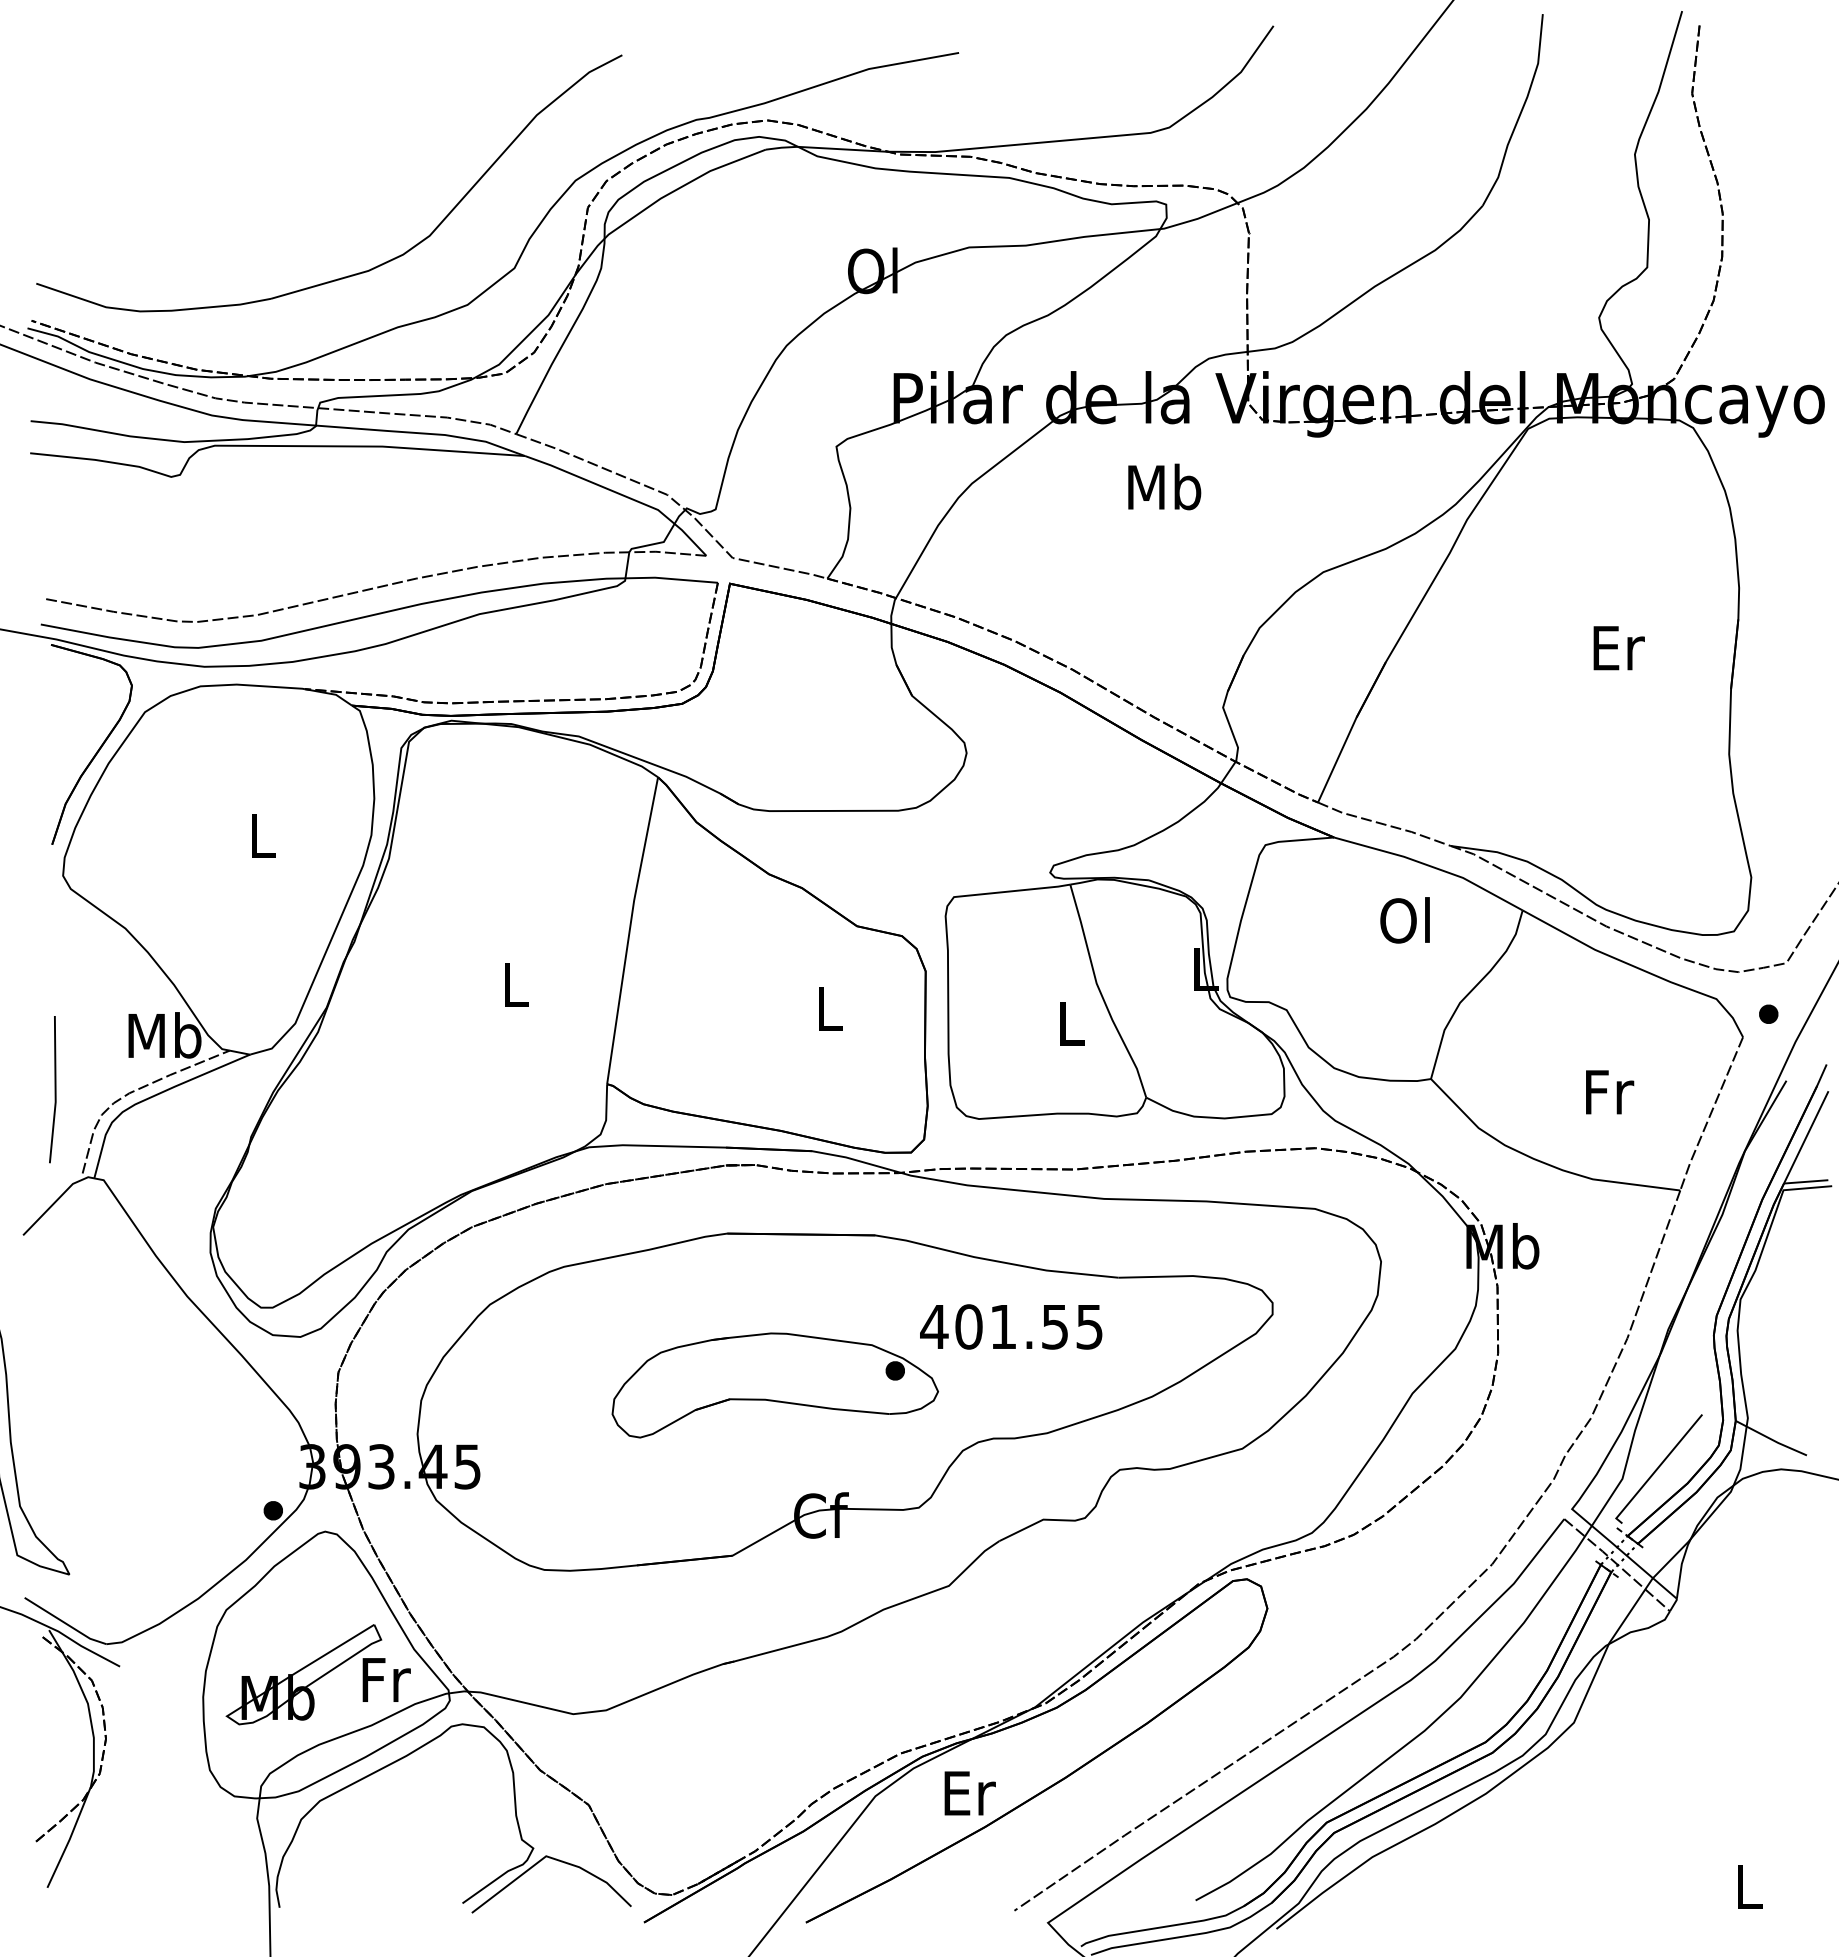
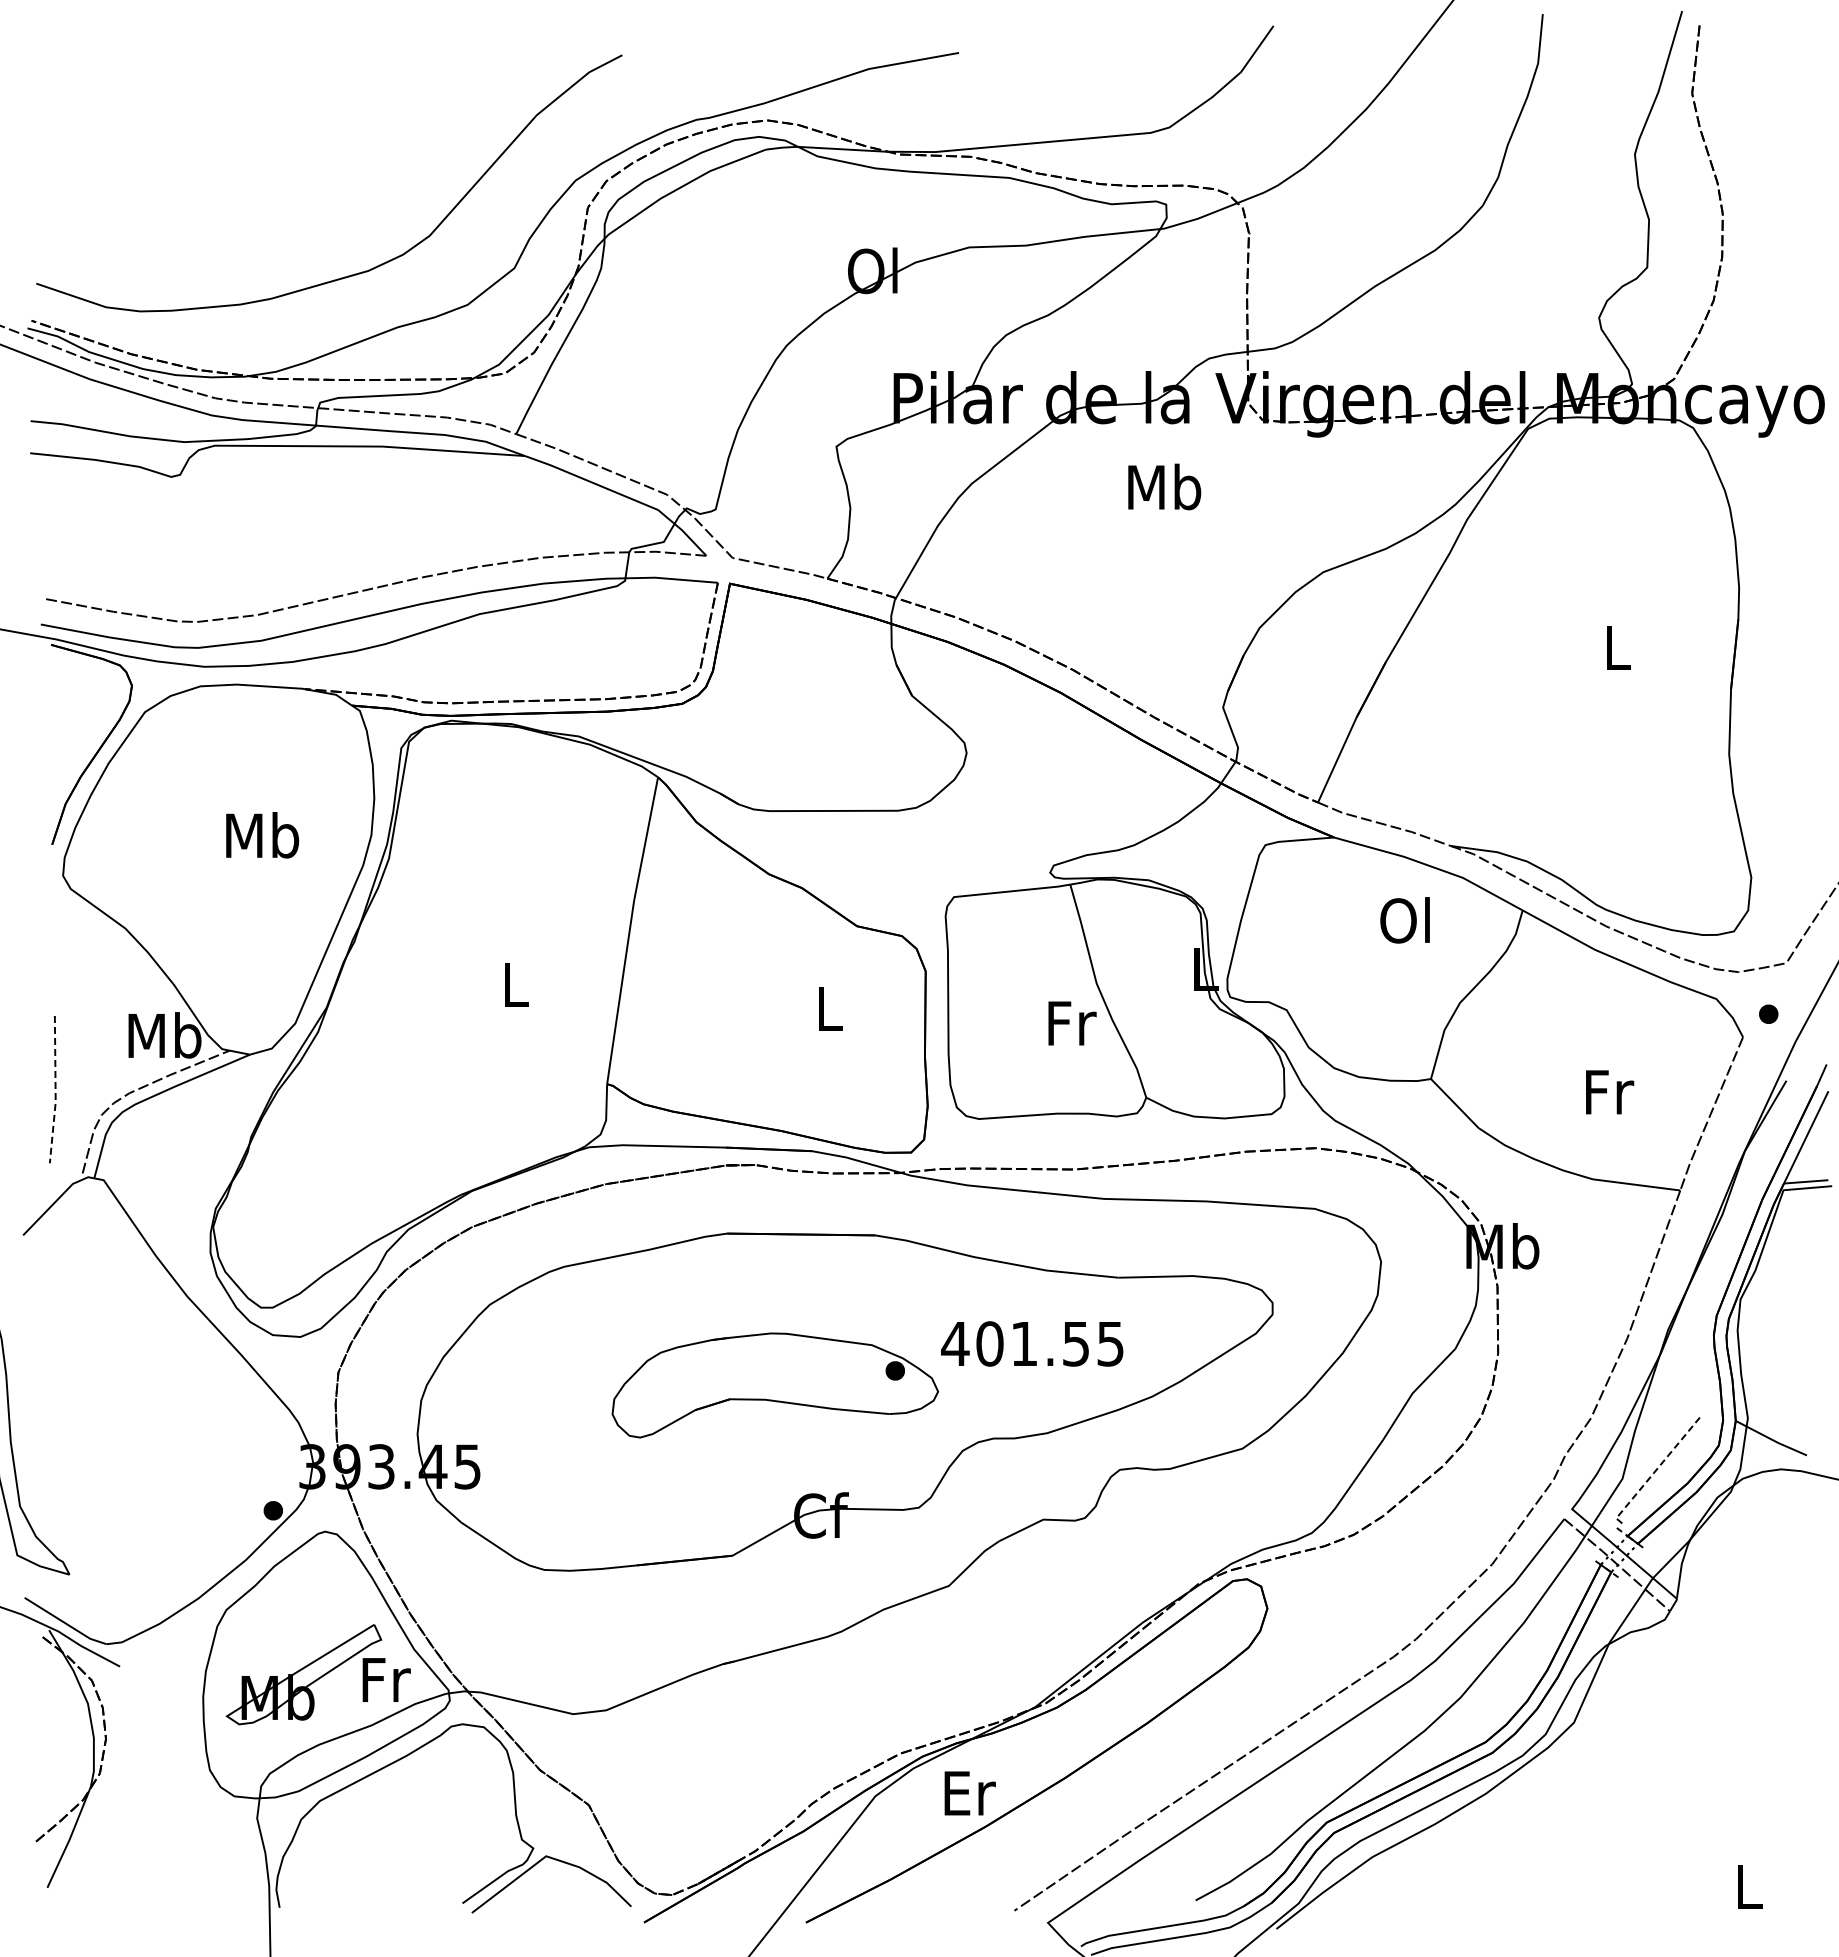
text at (1618, 648): Er -> L
text at (262, 835): L -> Mb
text at (1072, 1023): L -> Fr
line at (55, 1090): solid -> dashed
text at (1011, 1326) position: (1011, 1326) -> (1032, 1343)
line at (1656, 1469): solid -> dashed
